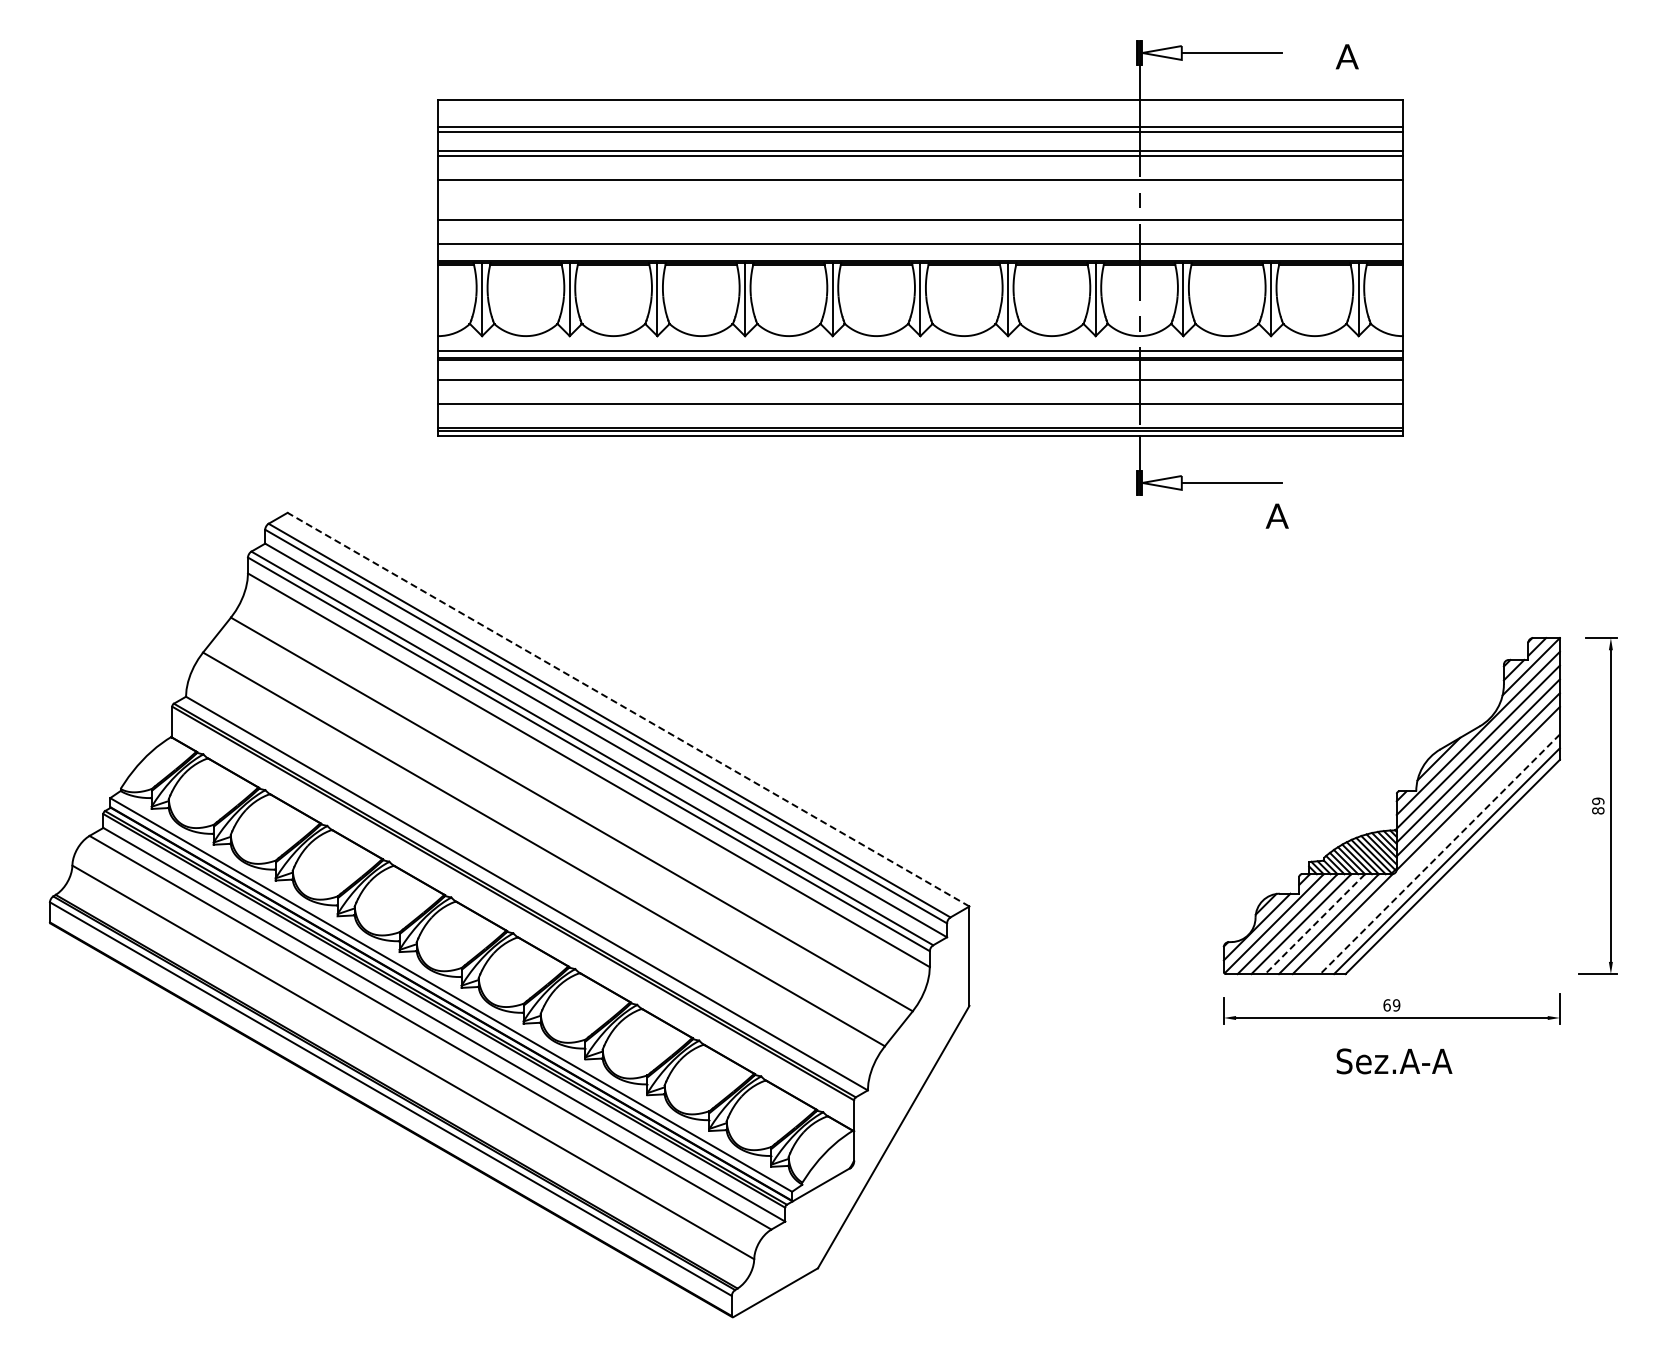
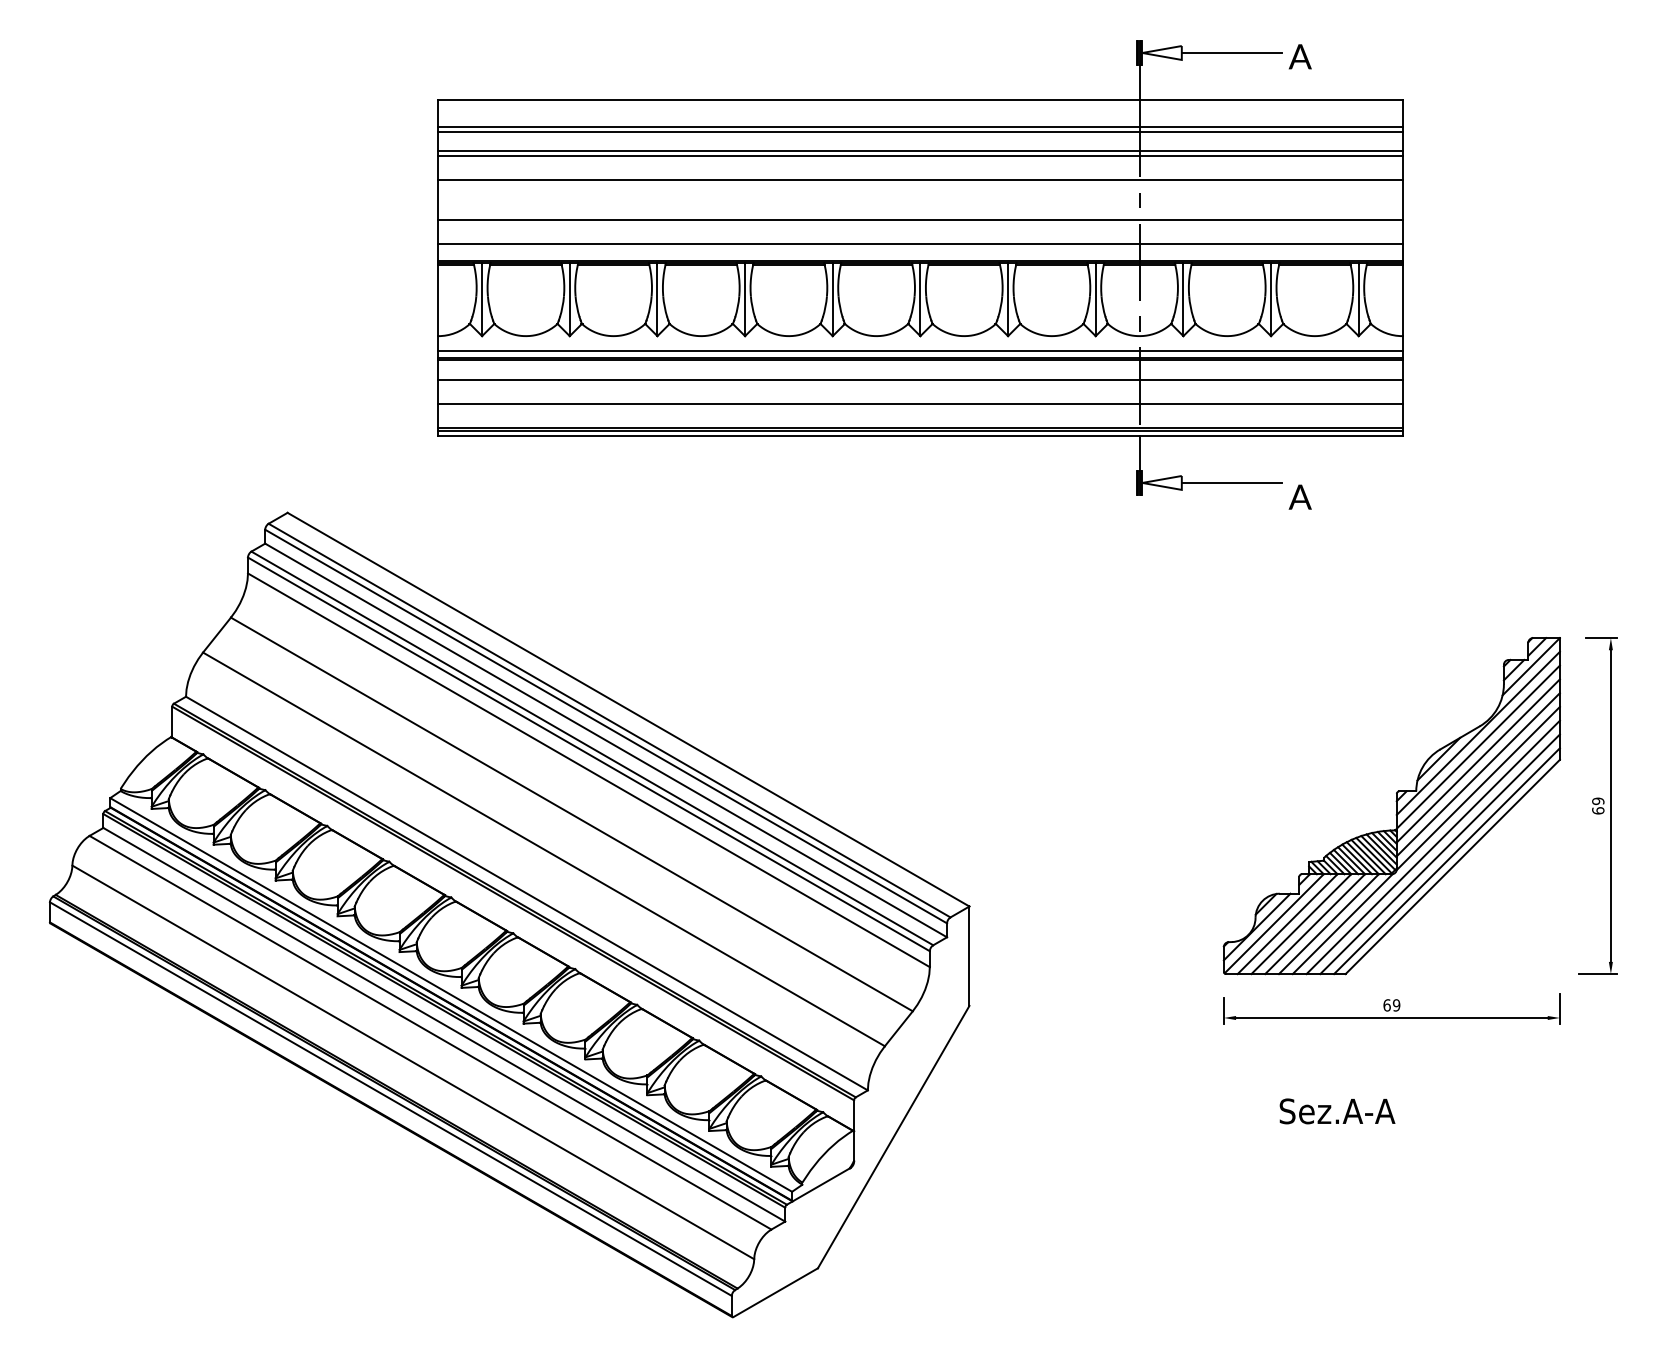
text at (1346, 56) position: (1346, 56) -> (1299, 56)
text at (1276, 515) position: (1276, 515) -> (1299, 496)
line at (628, 709): dashed -> solid
text at (1598, 810): 89 -> 69
line at (1432, 847): none -> present
line at (1439, 854): dashed -> solid
line at (1315, 924): dashed -> solid
text at (1394, 1061) position: (1394, 1061) -> (1337, 1111)
